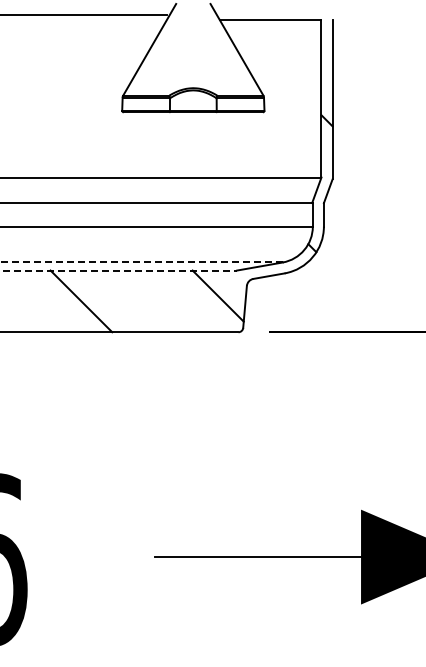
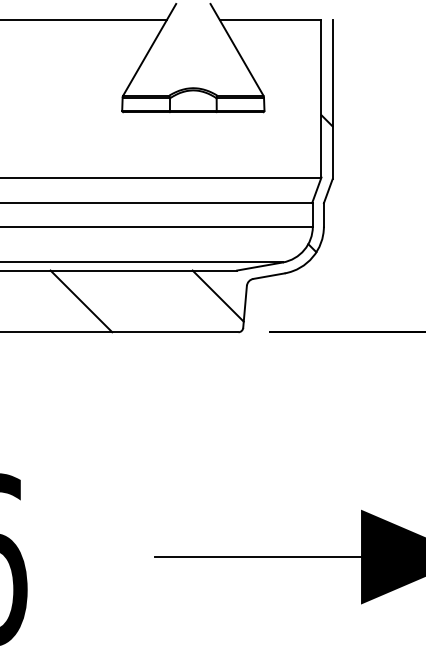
line at (84, 15) position: (84, 15) -> (84, 20)
line at (140, 262): dashed -> solid
line at (119, 270): dashed -> solid
